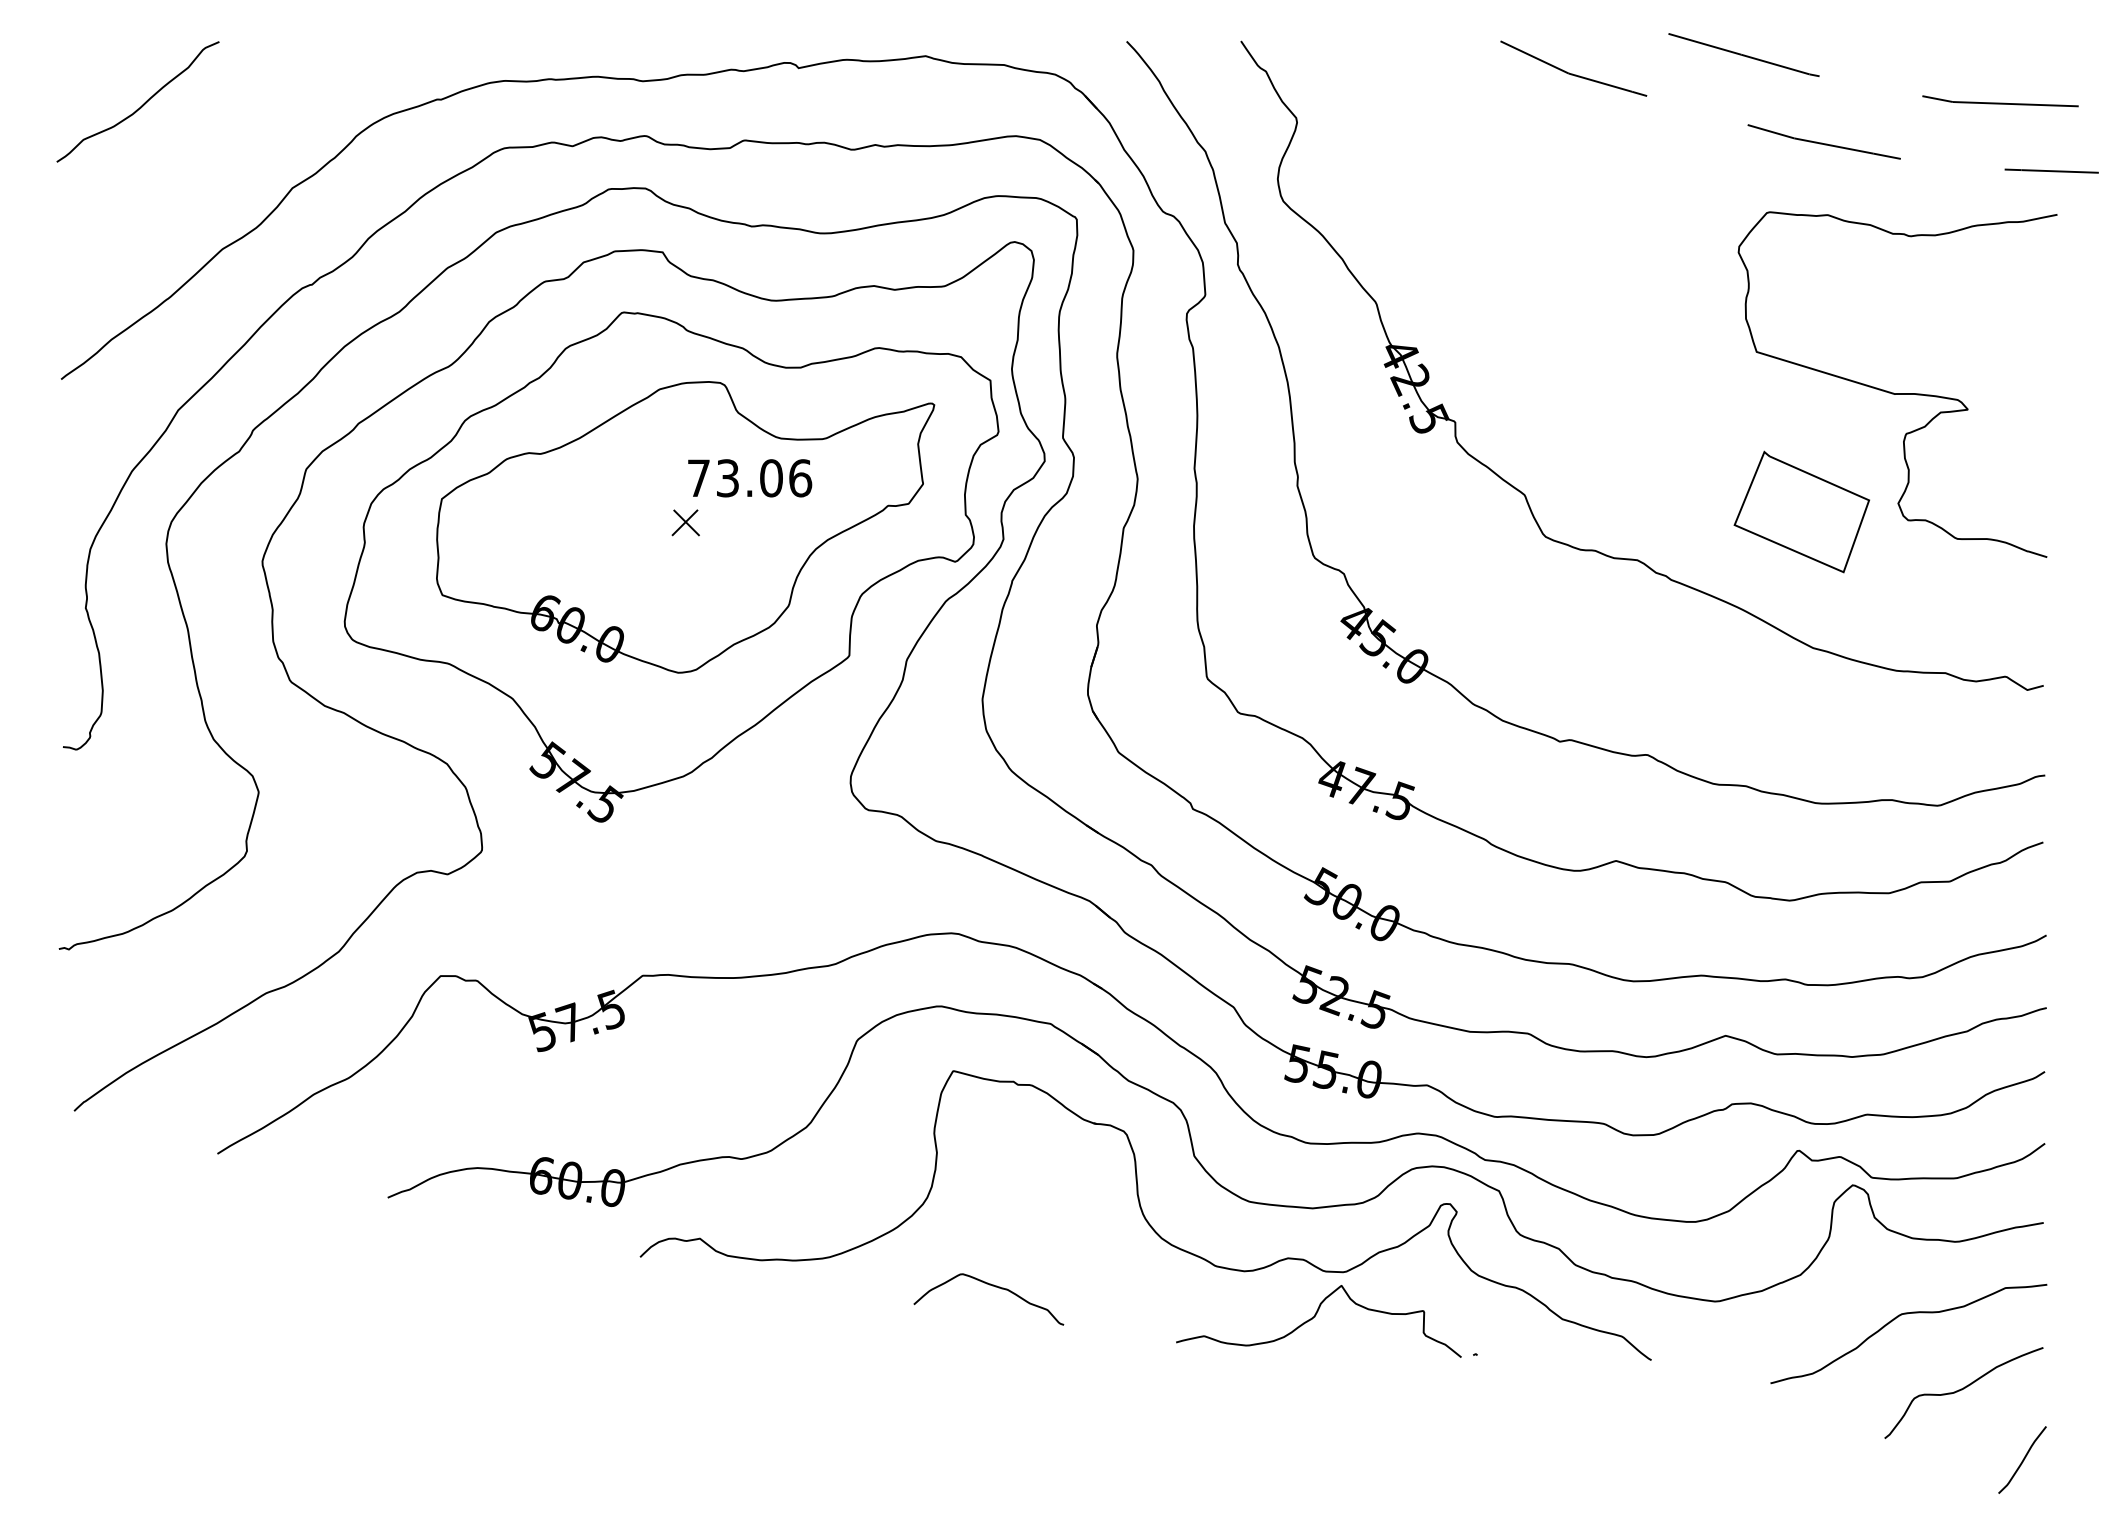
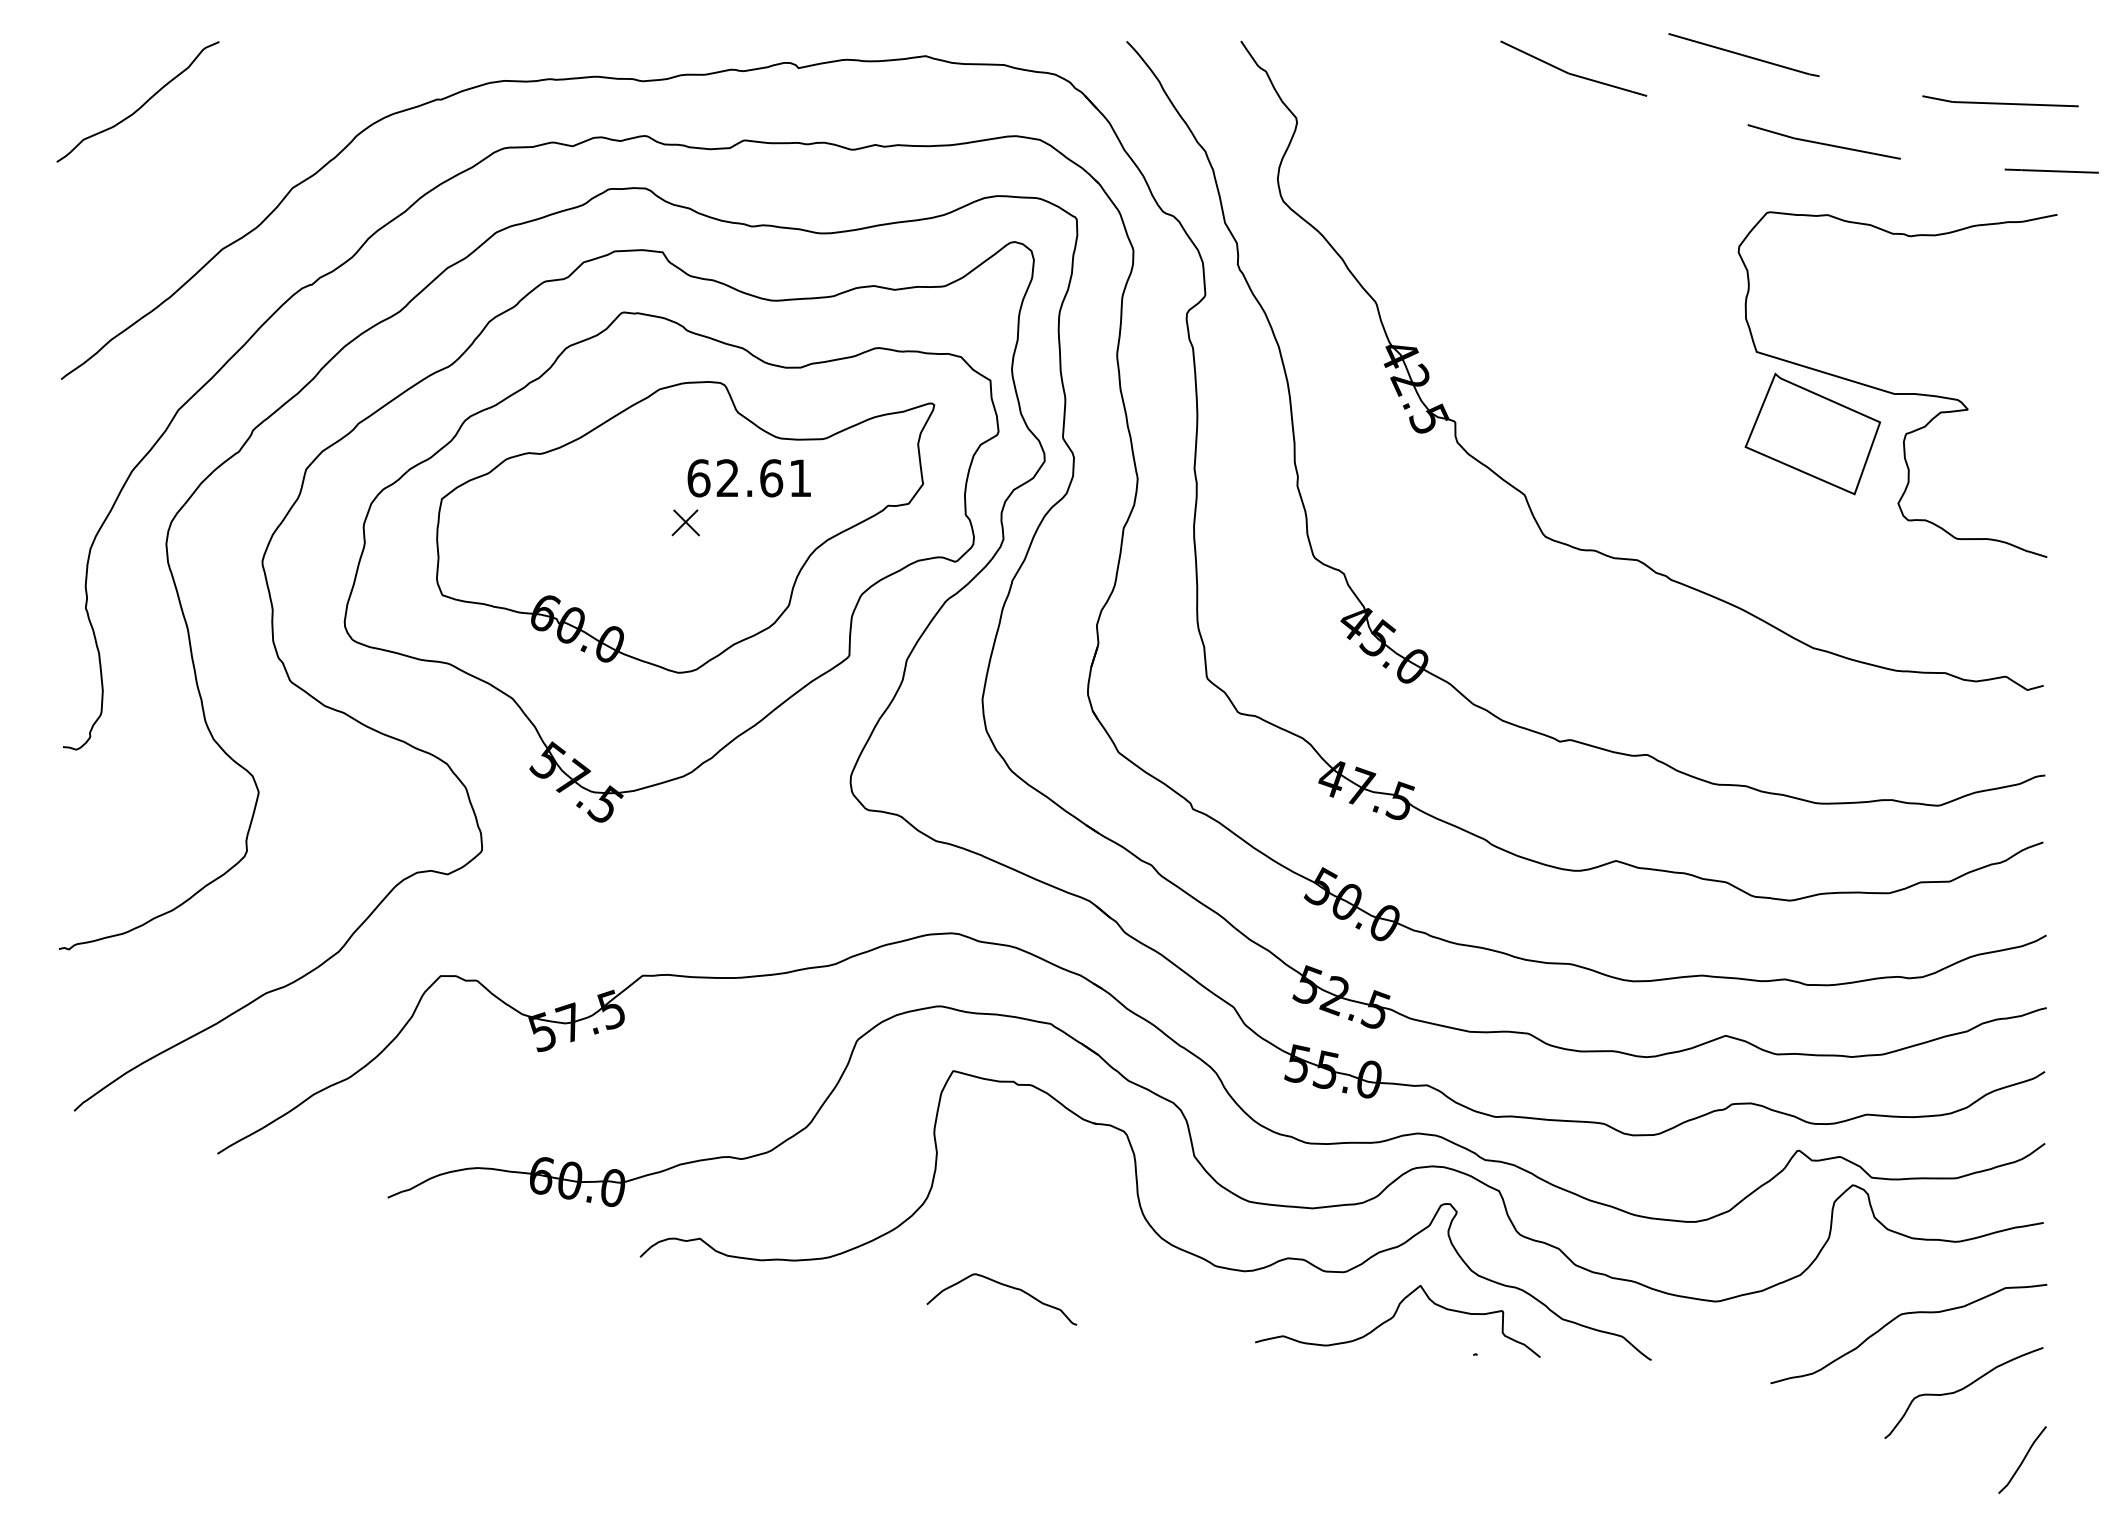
text at (749, 478): 73.06 -> 62.61
part at (1801, 511) position: (1801, 511) -> (1812, 433)
curve at (992, 1286) position: (992, 1286) -> (1005, 1286)
curve at (1314, 1317) position: (1314, 1317) -> (1393, 1317)
